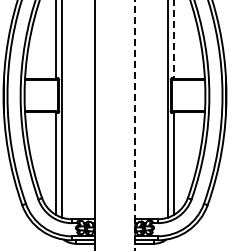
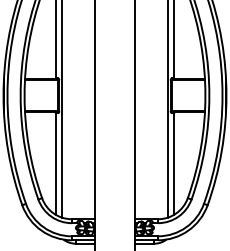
line at (174, 39): dashed -> solid
line at (134, 125): dashed -> solid
